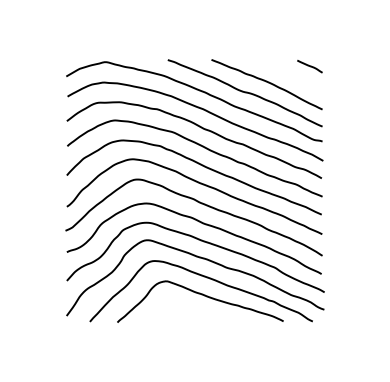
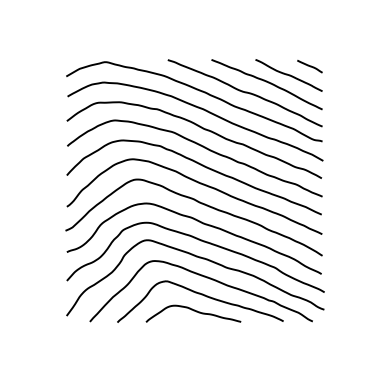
curve at (288, 75): none -> present
curve at (193, 311): none -> present
